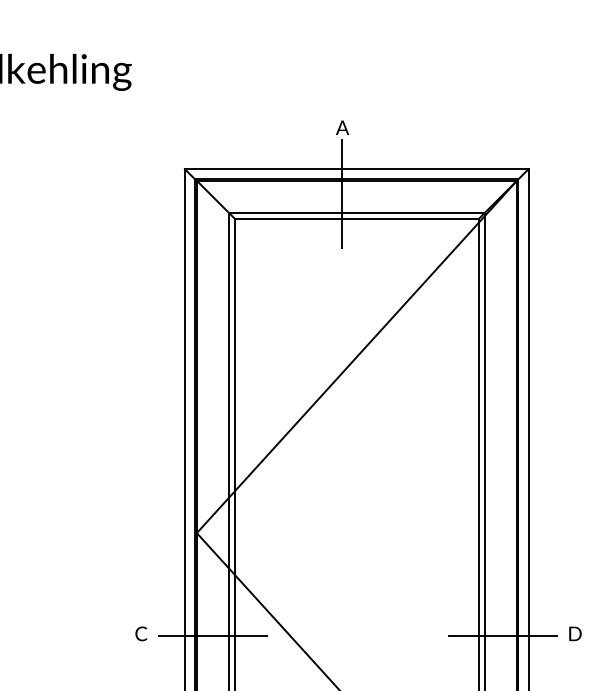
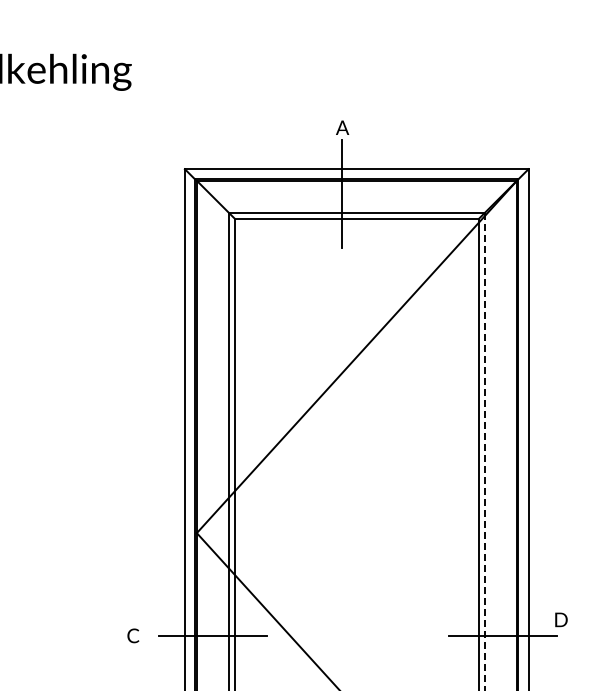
line at (484, 451): solid -> dashed
text at (141, 633) position: (141, 633) -> (133, 635)
text at (575, 633) position: (575, 633) -> (561, 619)
